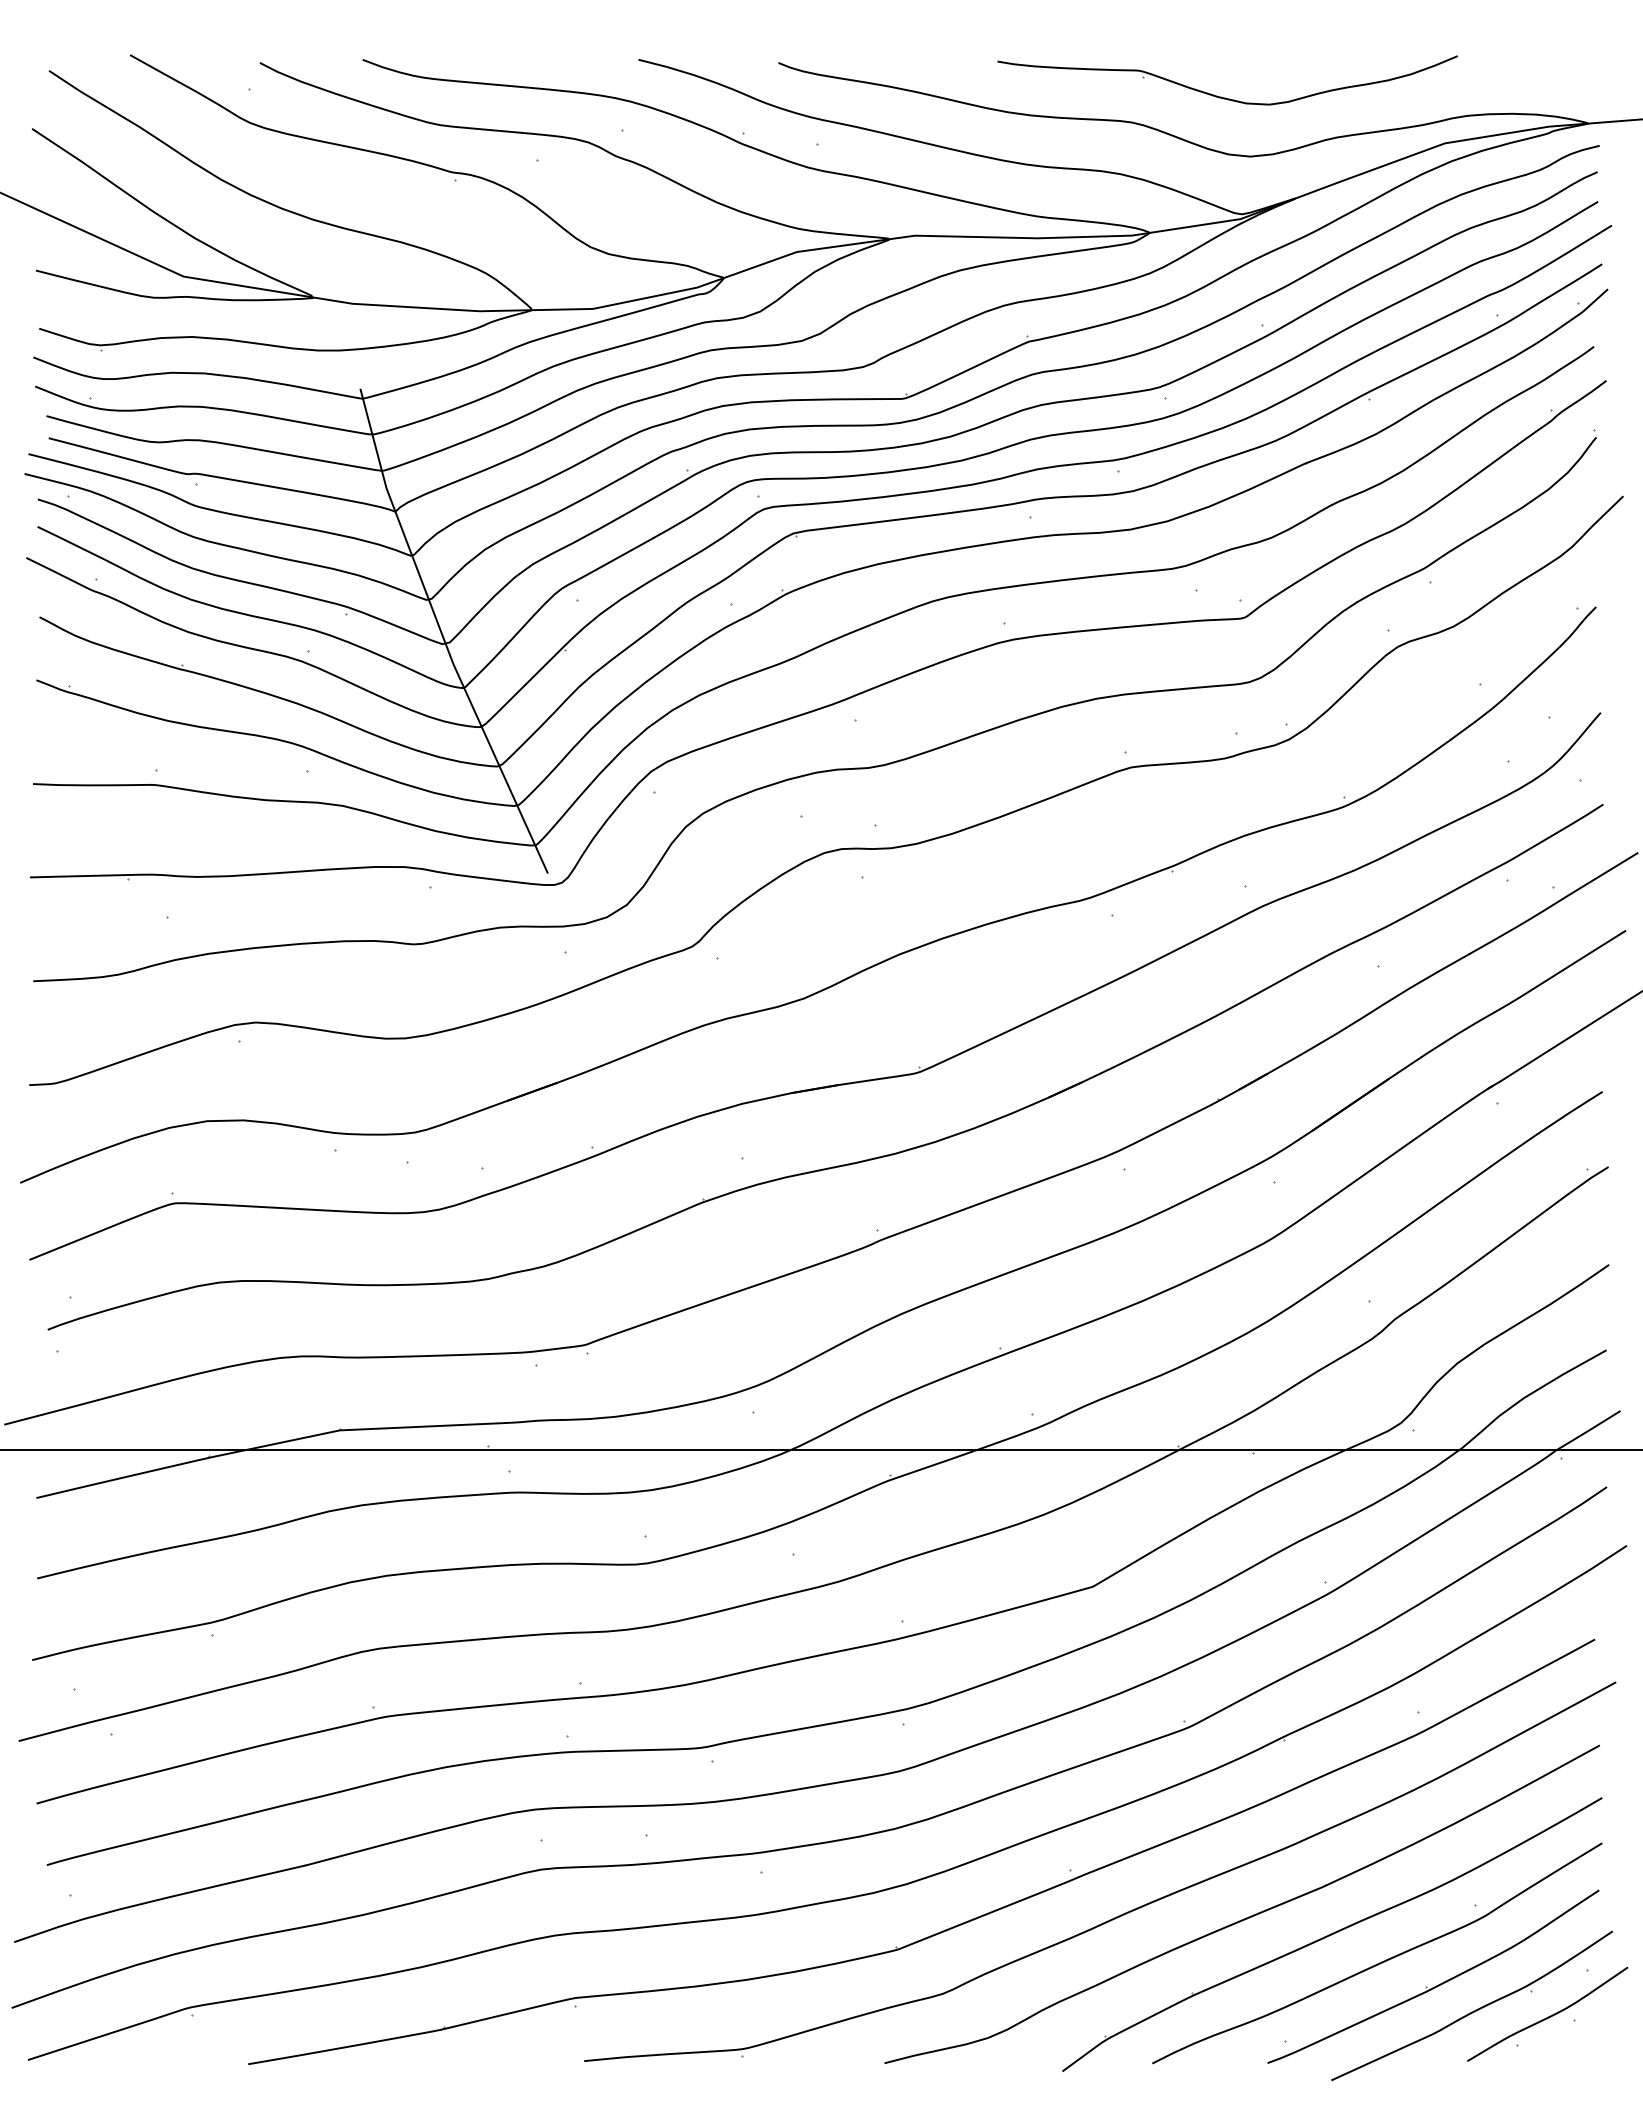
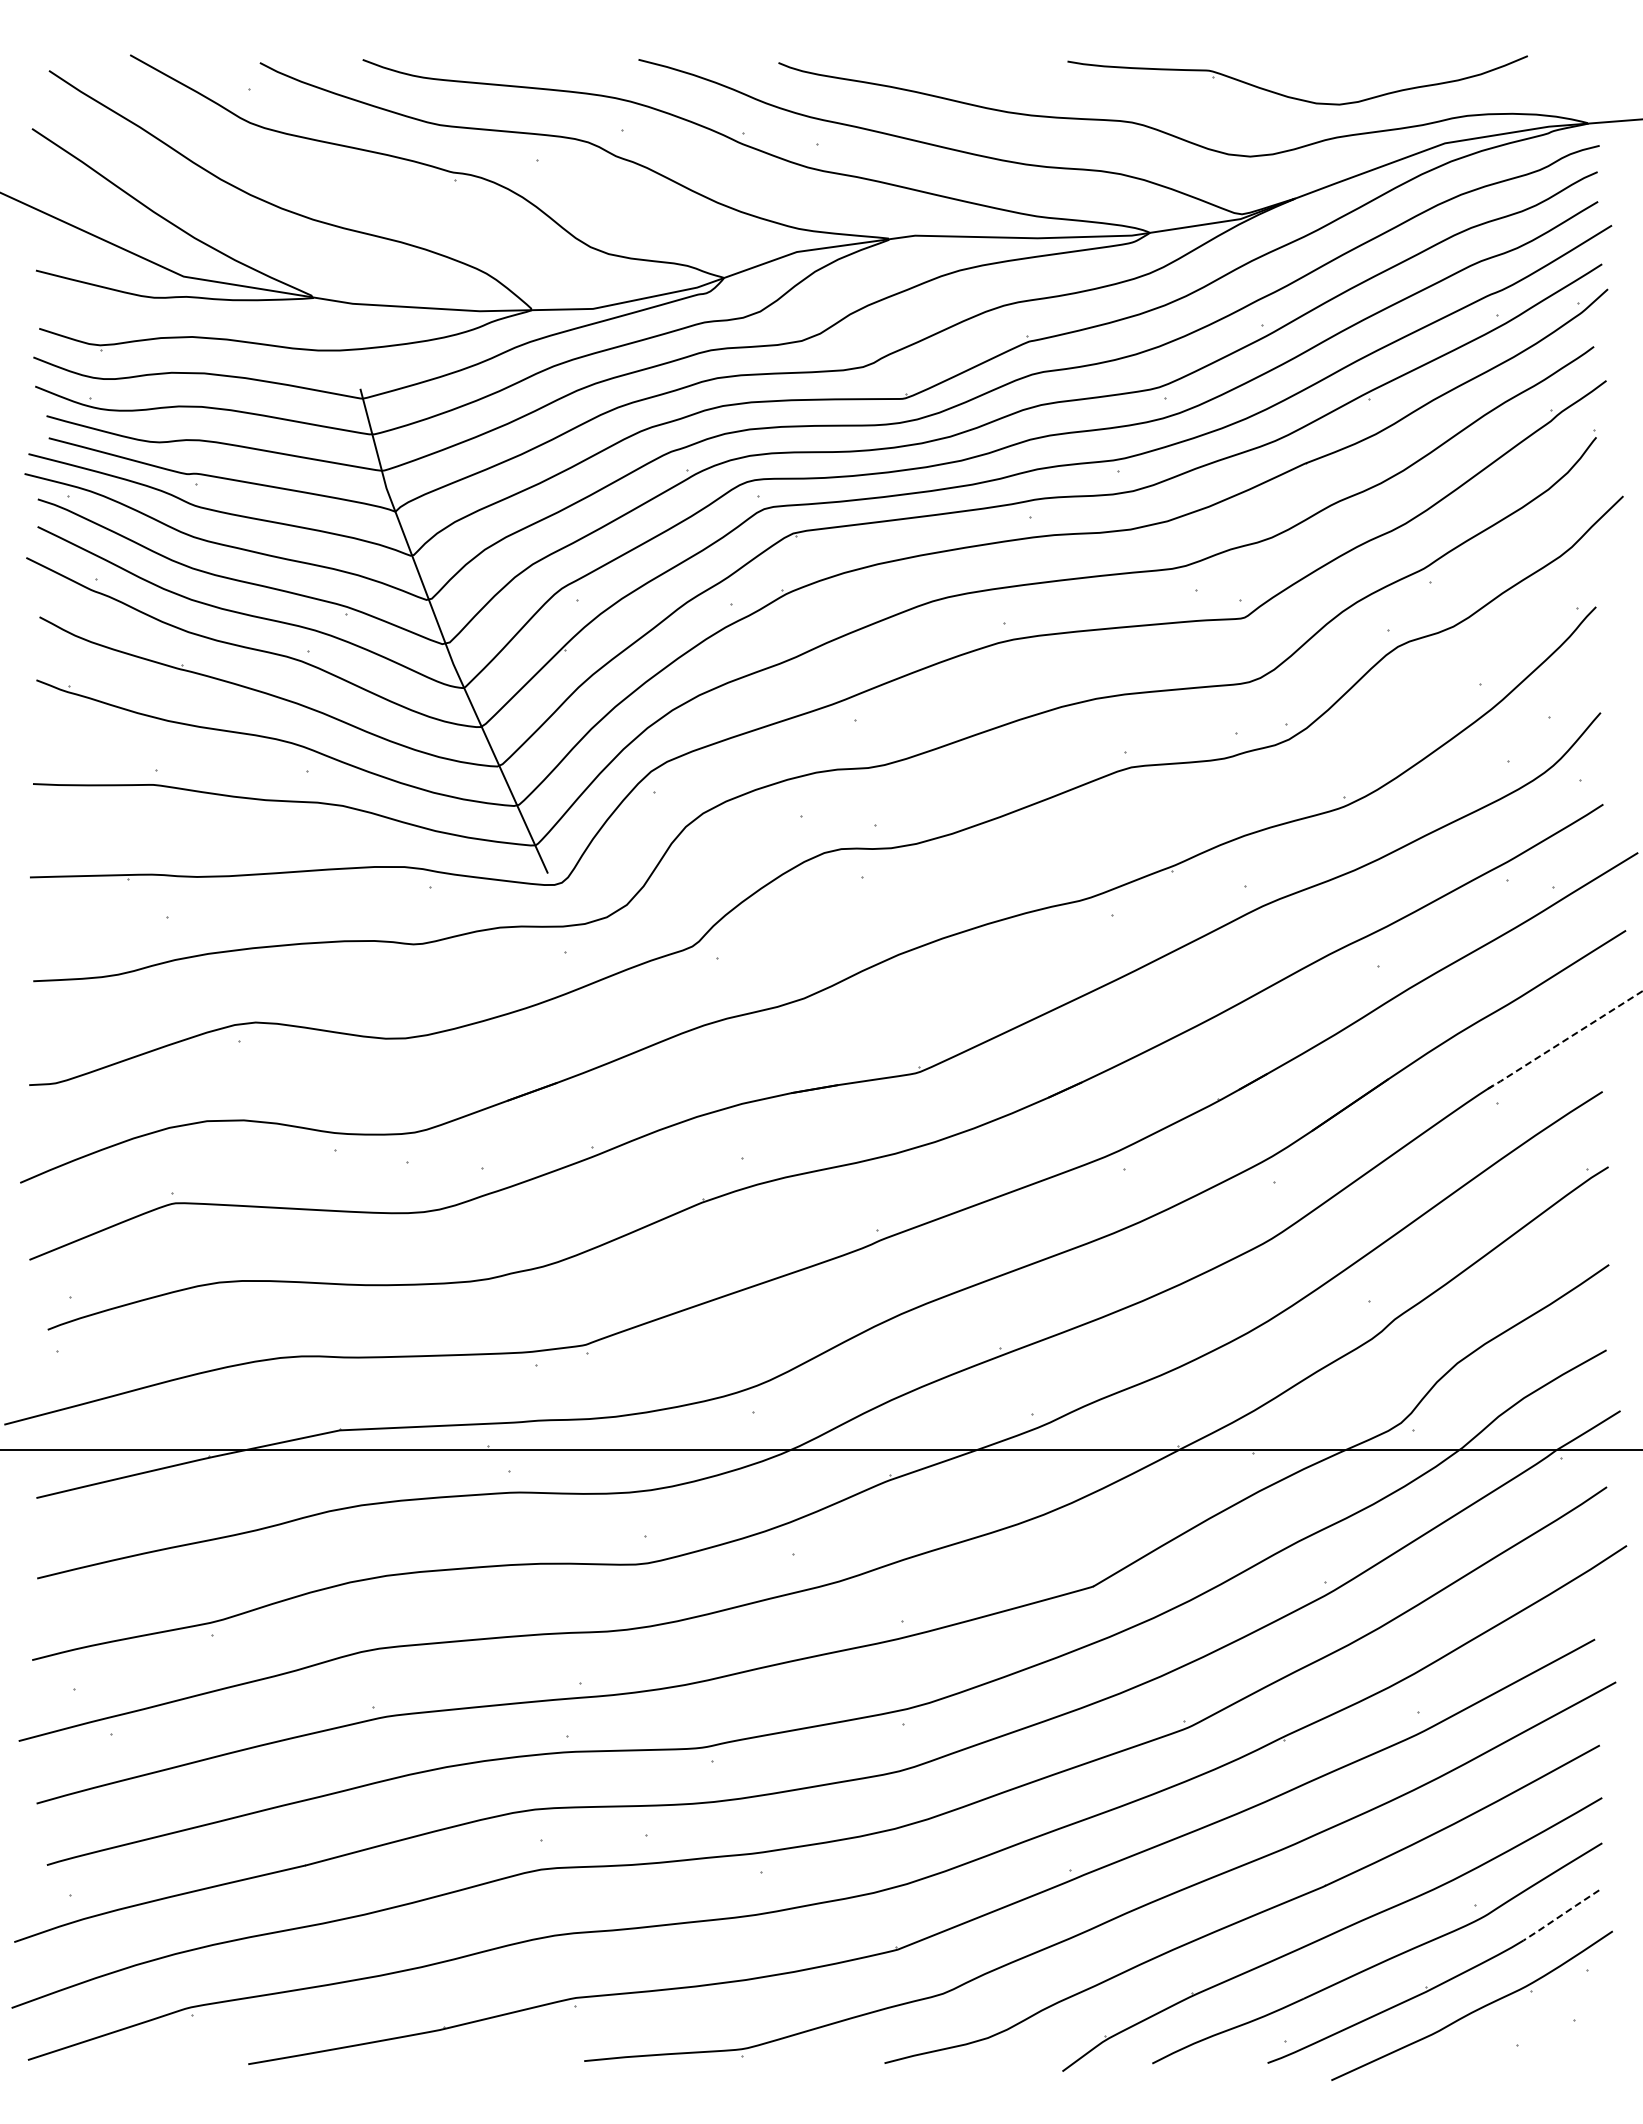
part at (1221, 96) position: (1221, 96) -> (1291, 96)
line at (1563, 1041): solid -> dashed
line at (1561, 1915): solid -> dashed
curve at (1548, 2016): present -> none
